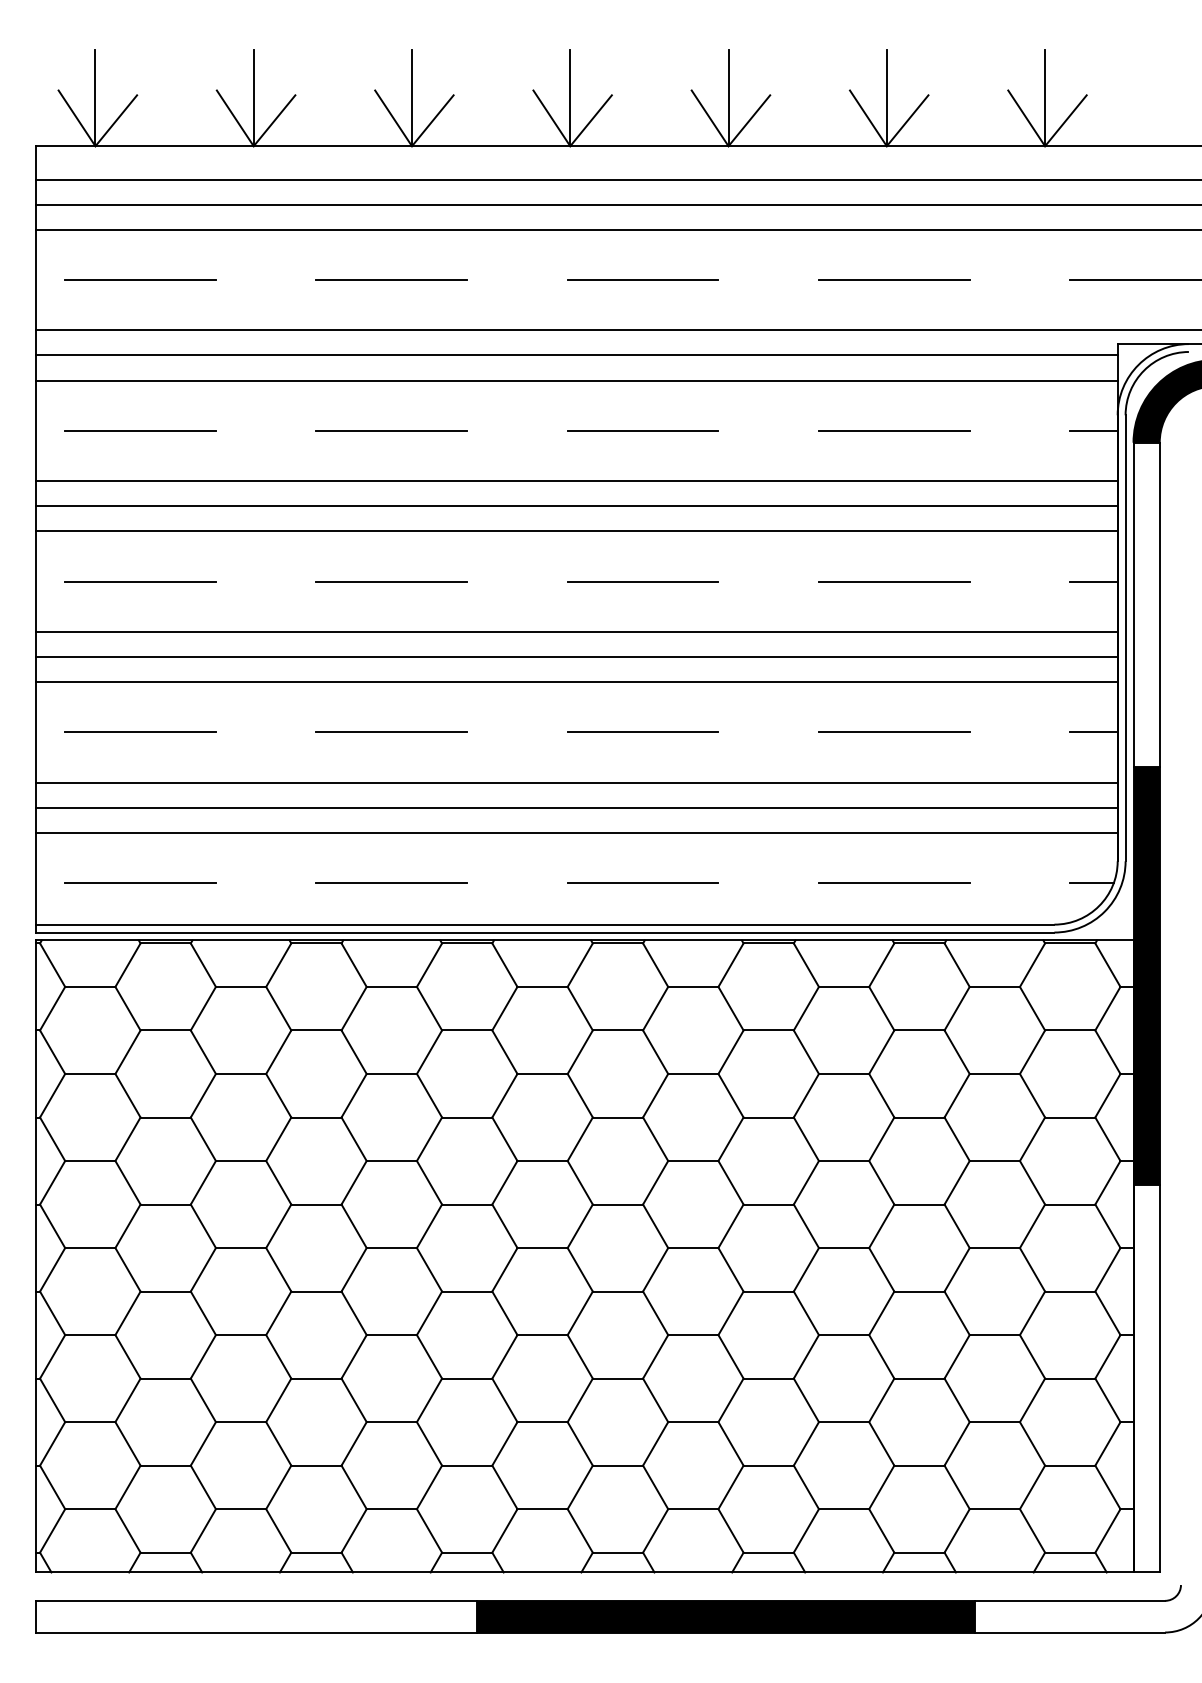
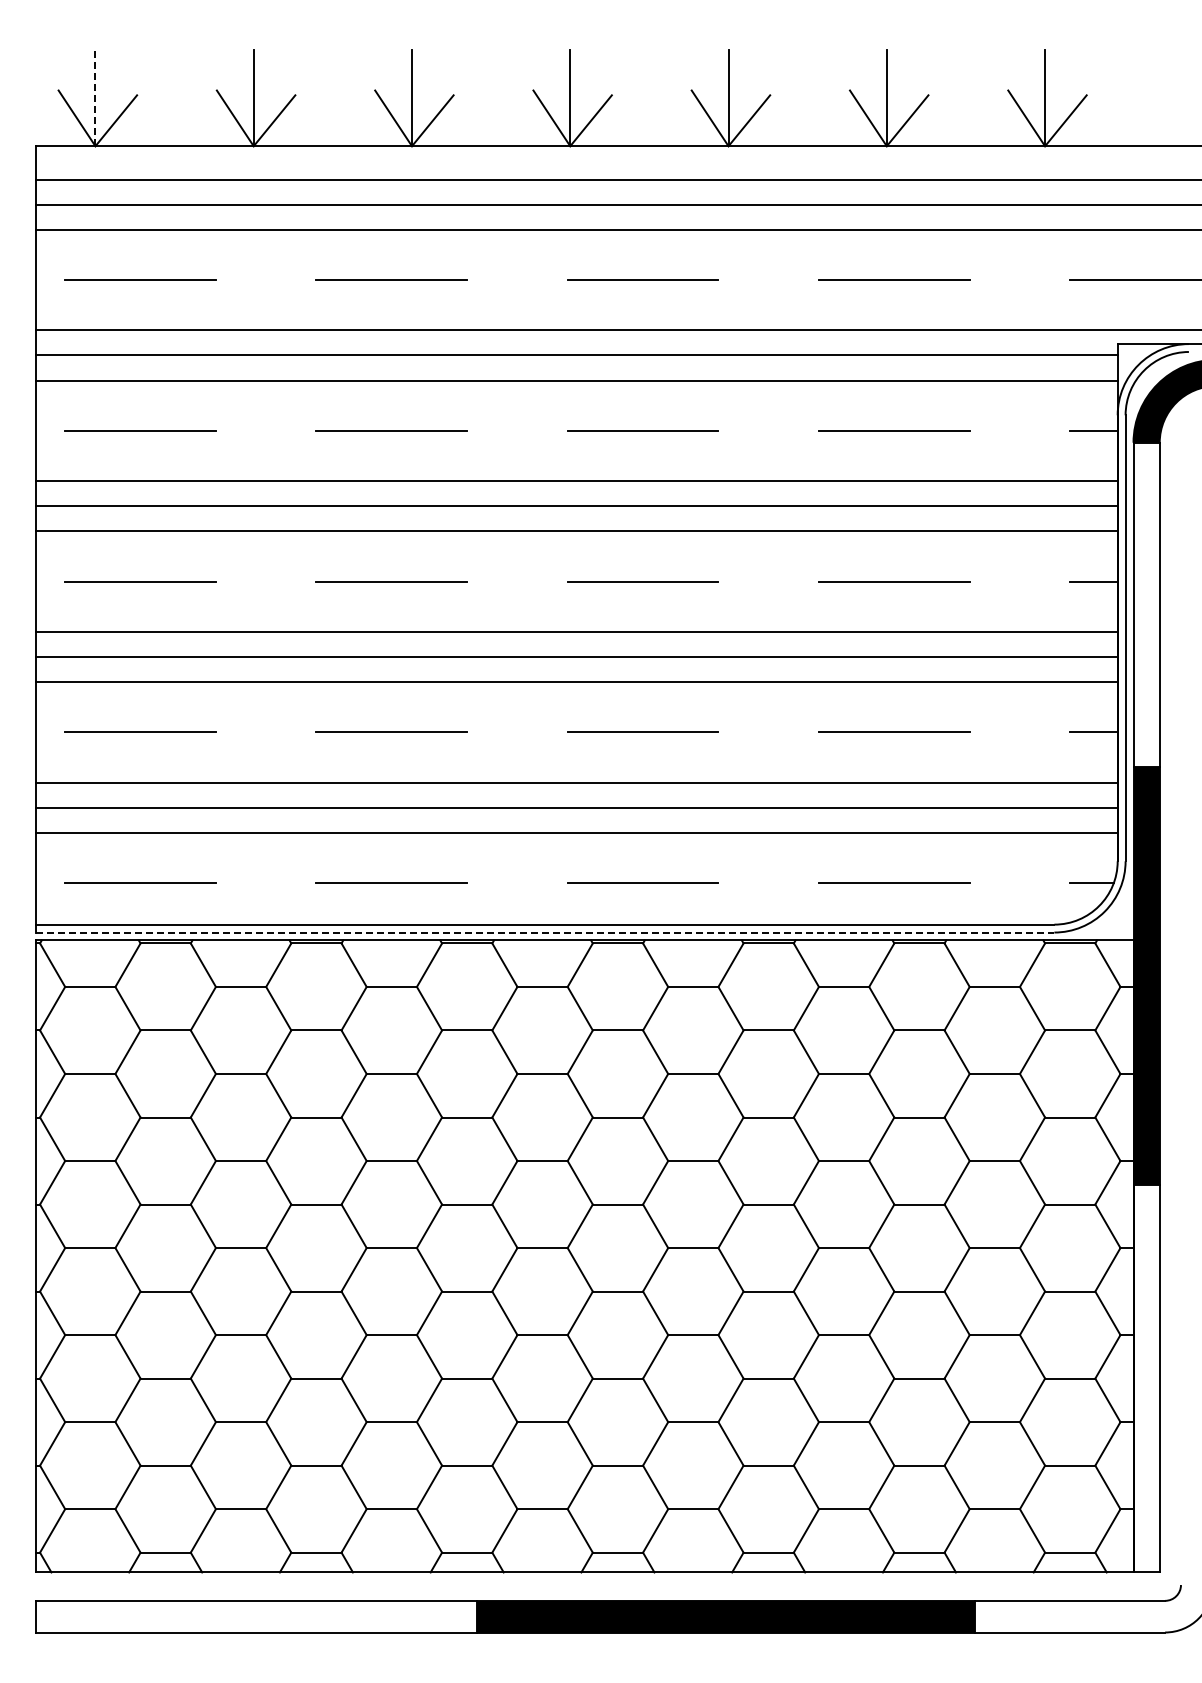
line at (95, 98): solid -> dashed
line at (545, 932): solid -> dashed
